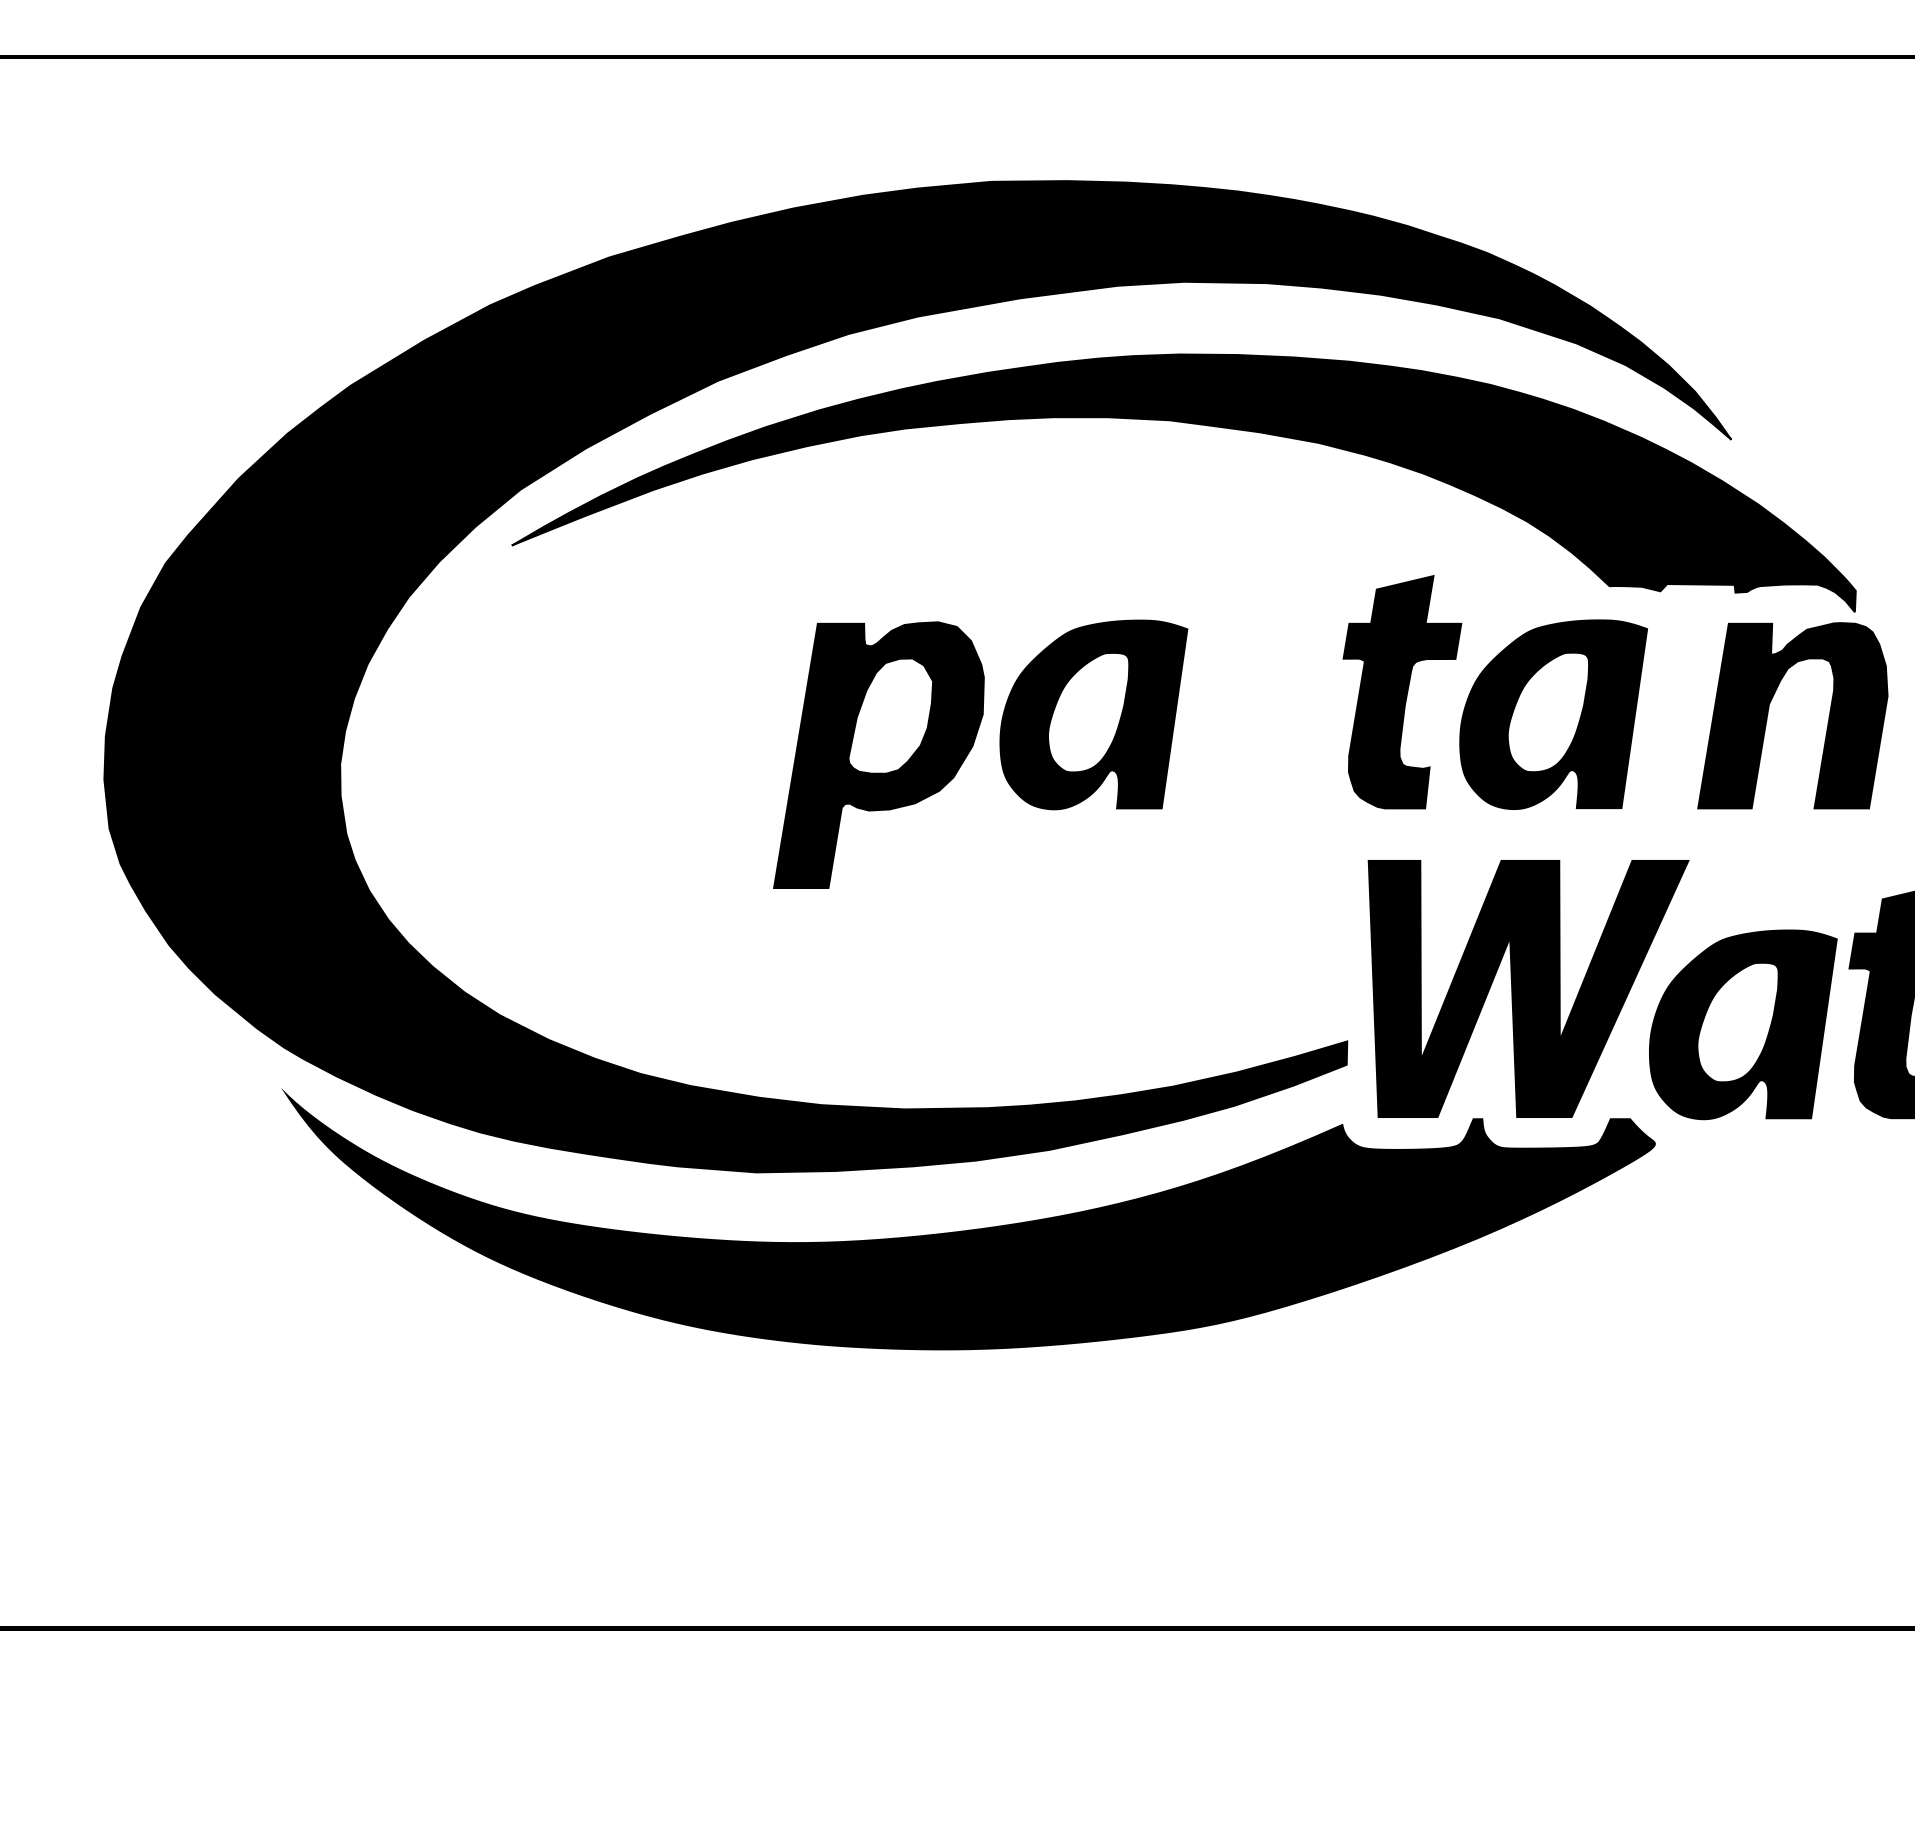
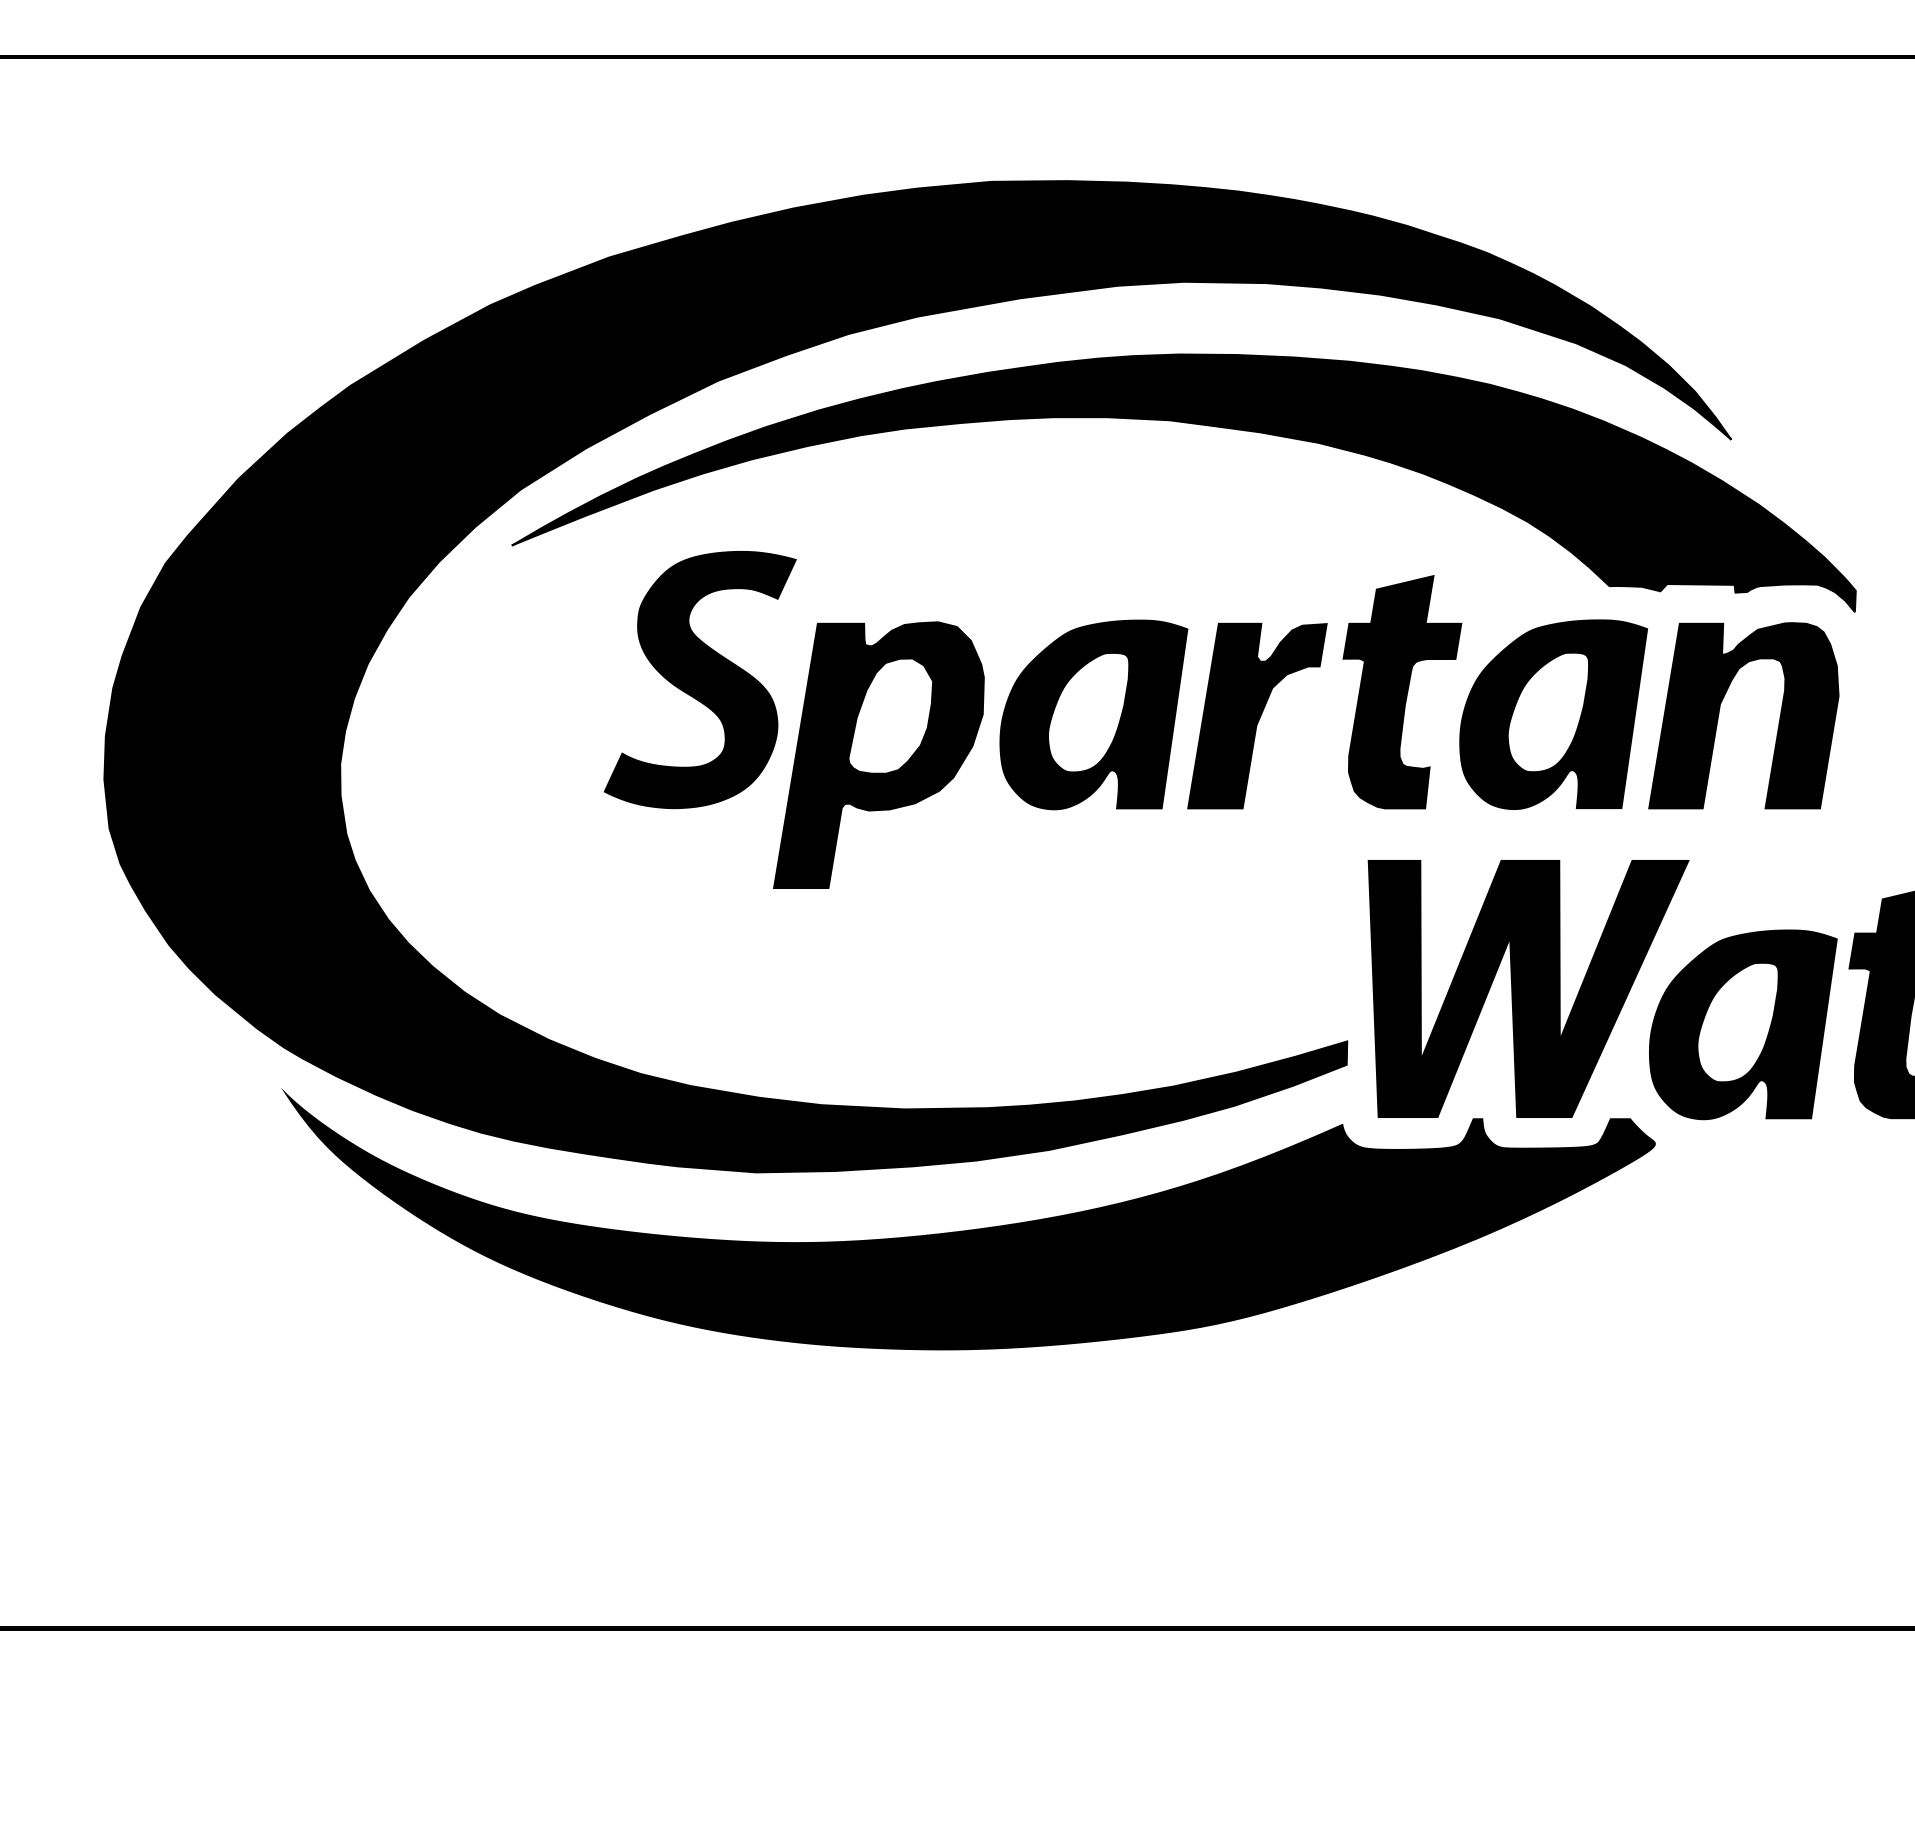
fill at (700, 679): none -> present
part at (1768, 714) position: (1768, 714) -> (1719, 714)
fill at (1257, 715): none -> present
